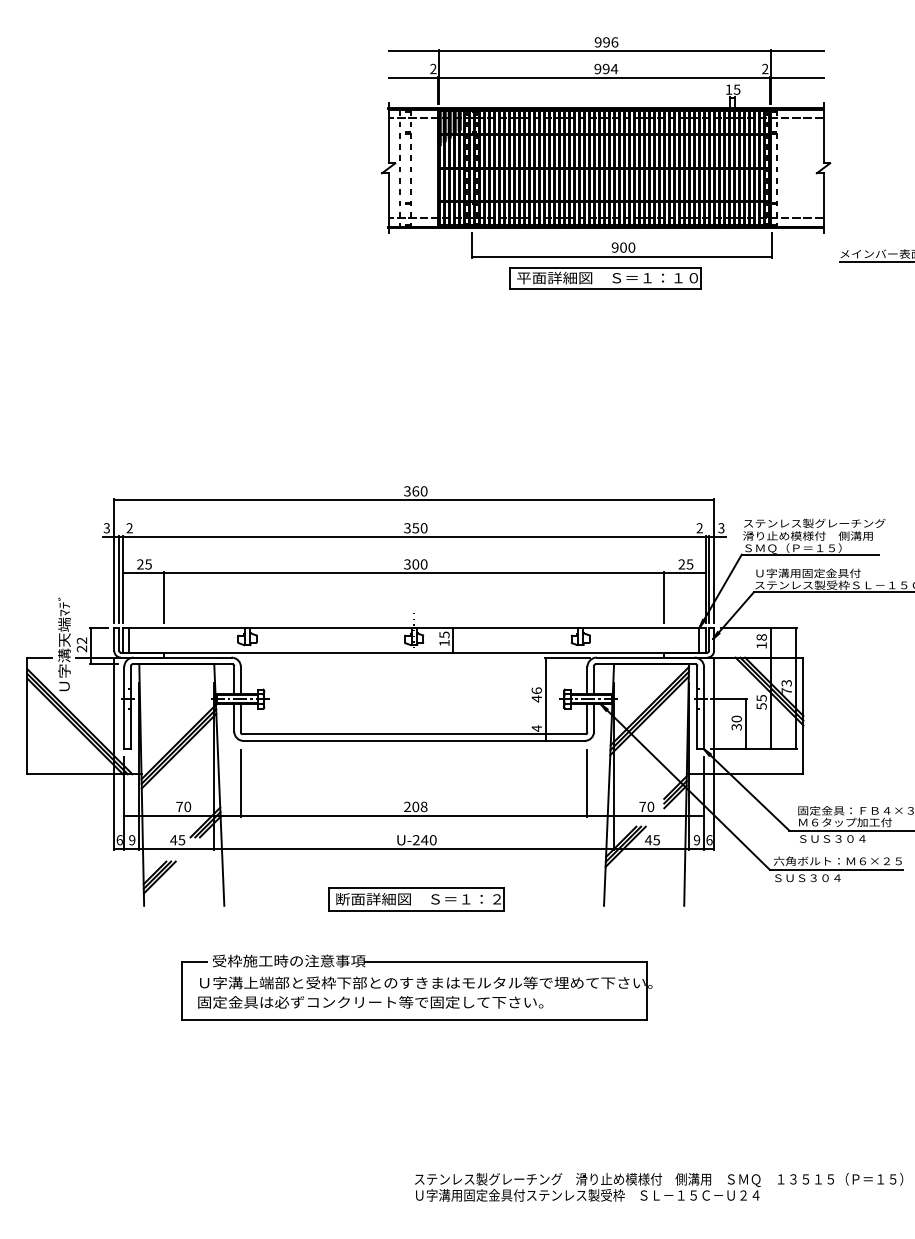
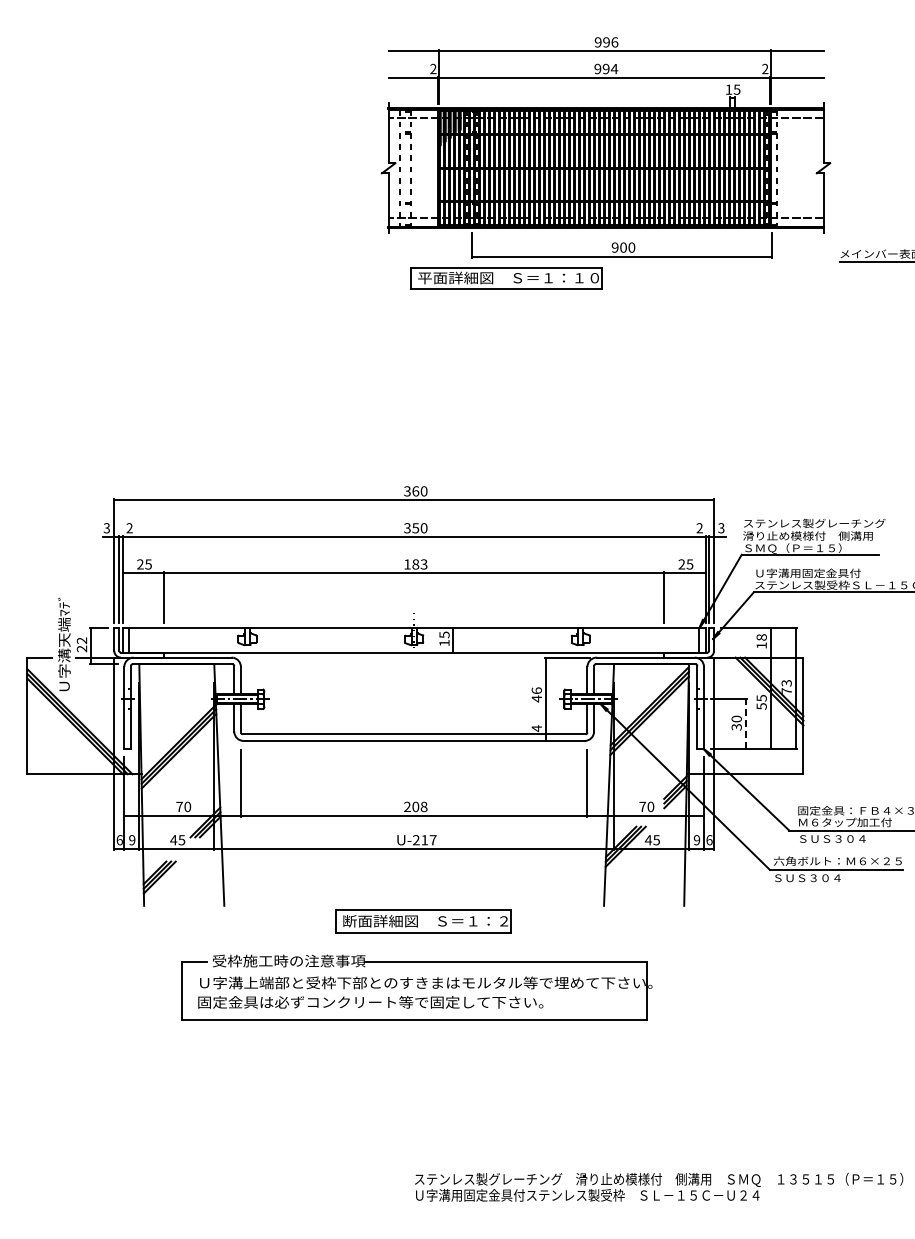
part at (605, 278) position: (605, 278) -> (506, 278)
text at (415, 564): 300 -> 183
line at (745, 724): solid -> dashed
text at (428, 840): U-240 -> U-217
part at (416, 899) position: (416, 899) -> (423, 921)
